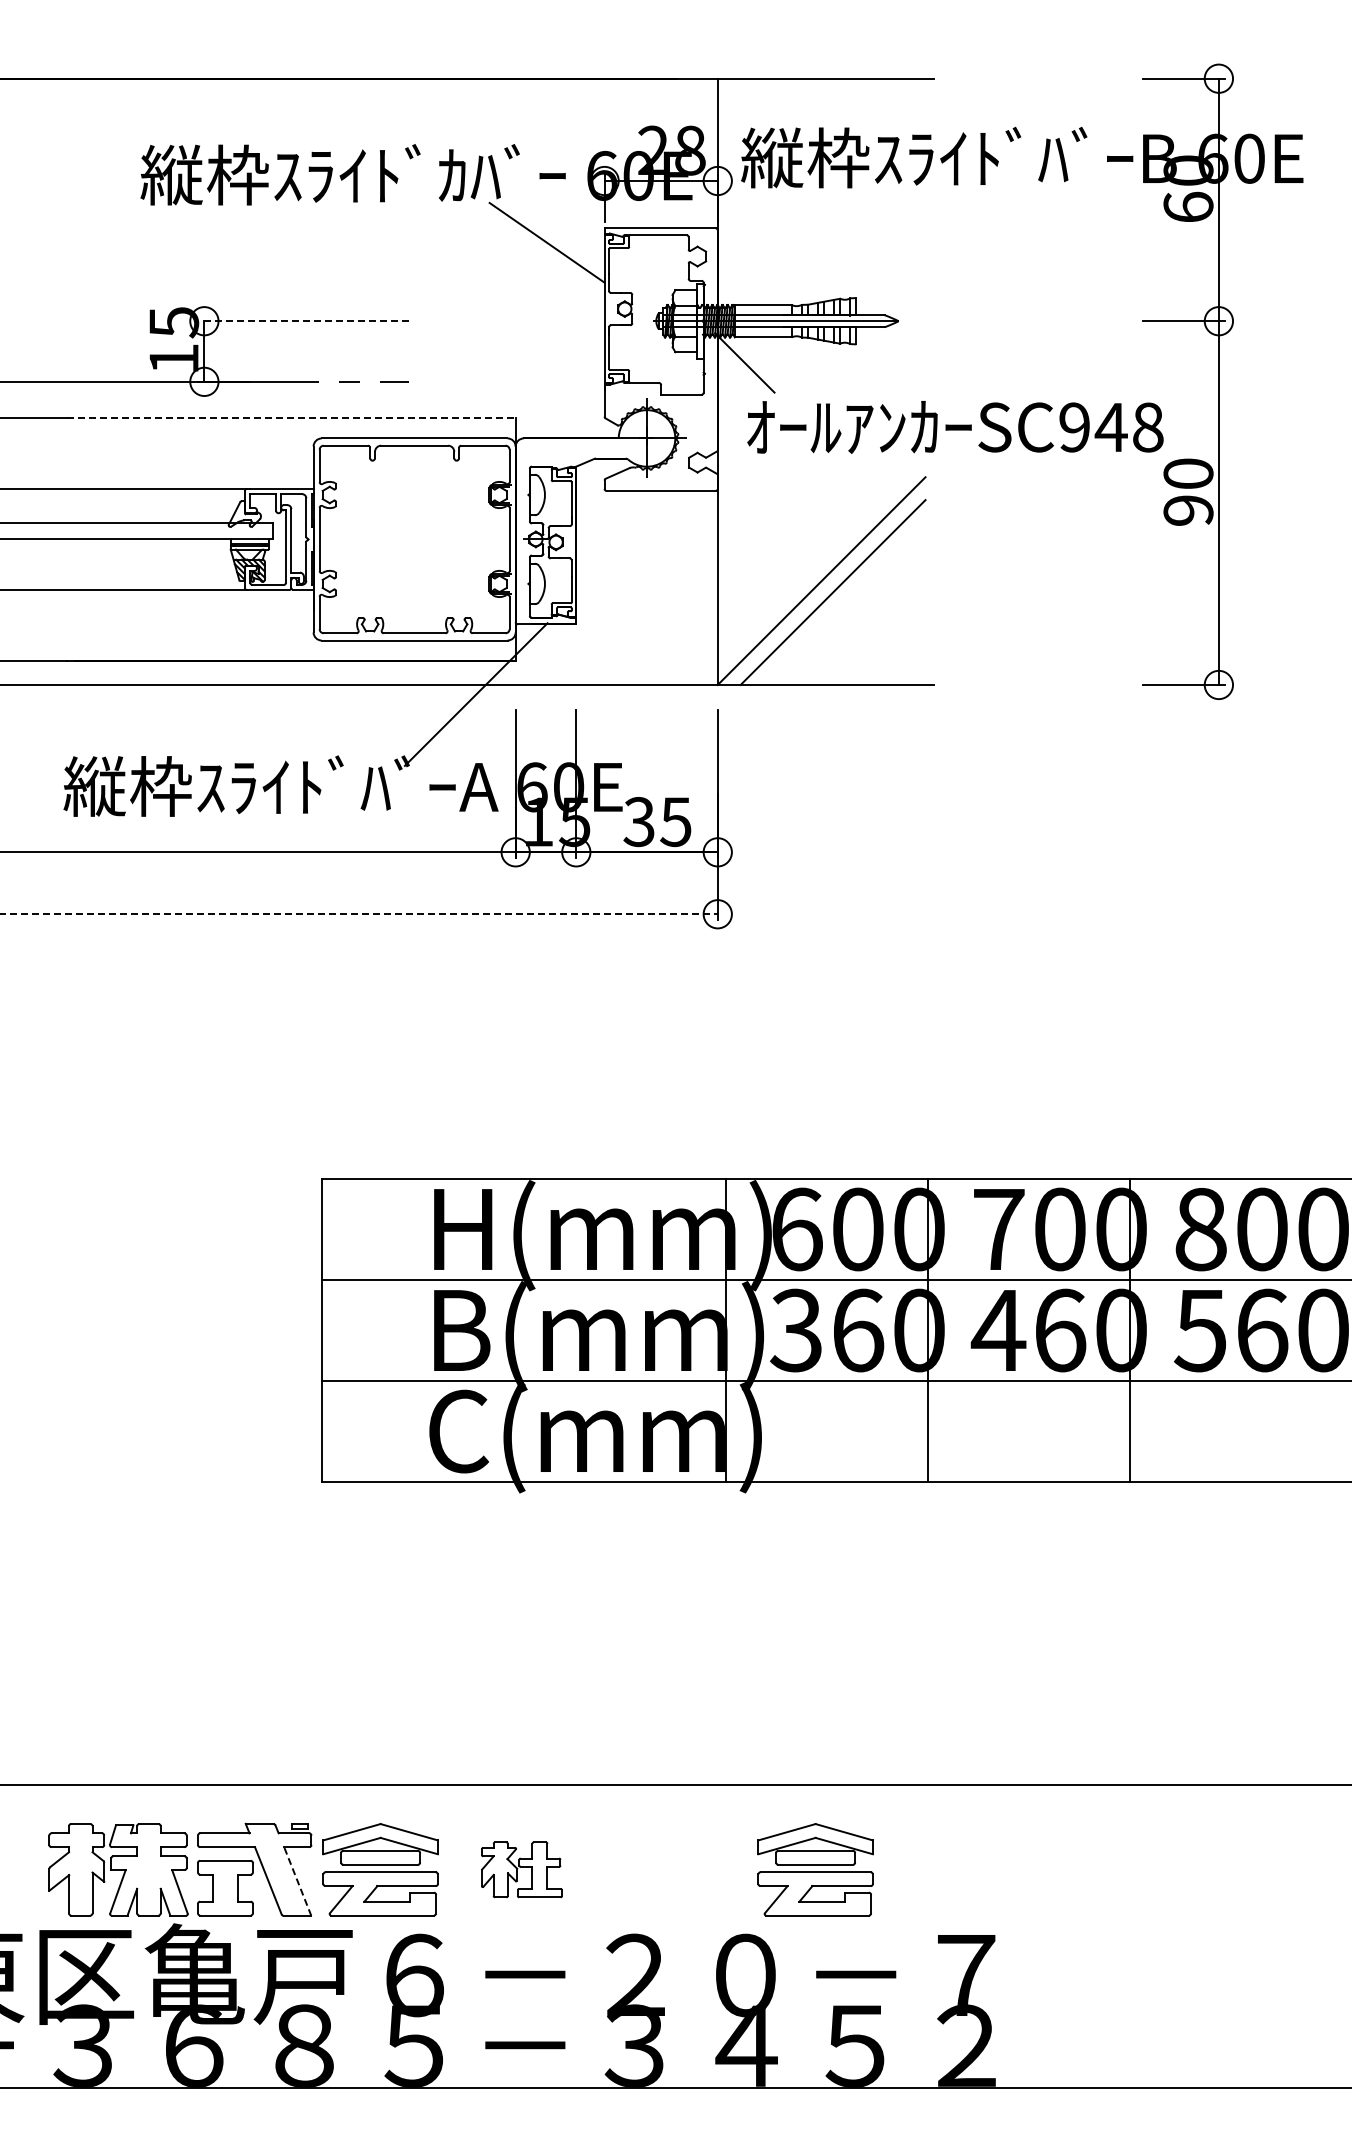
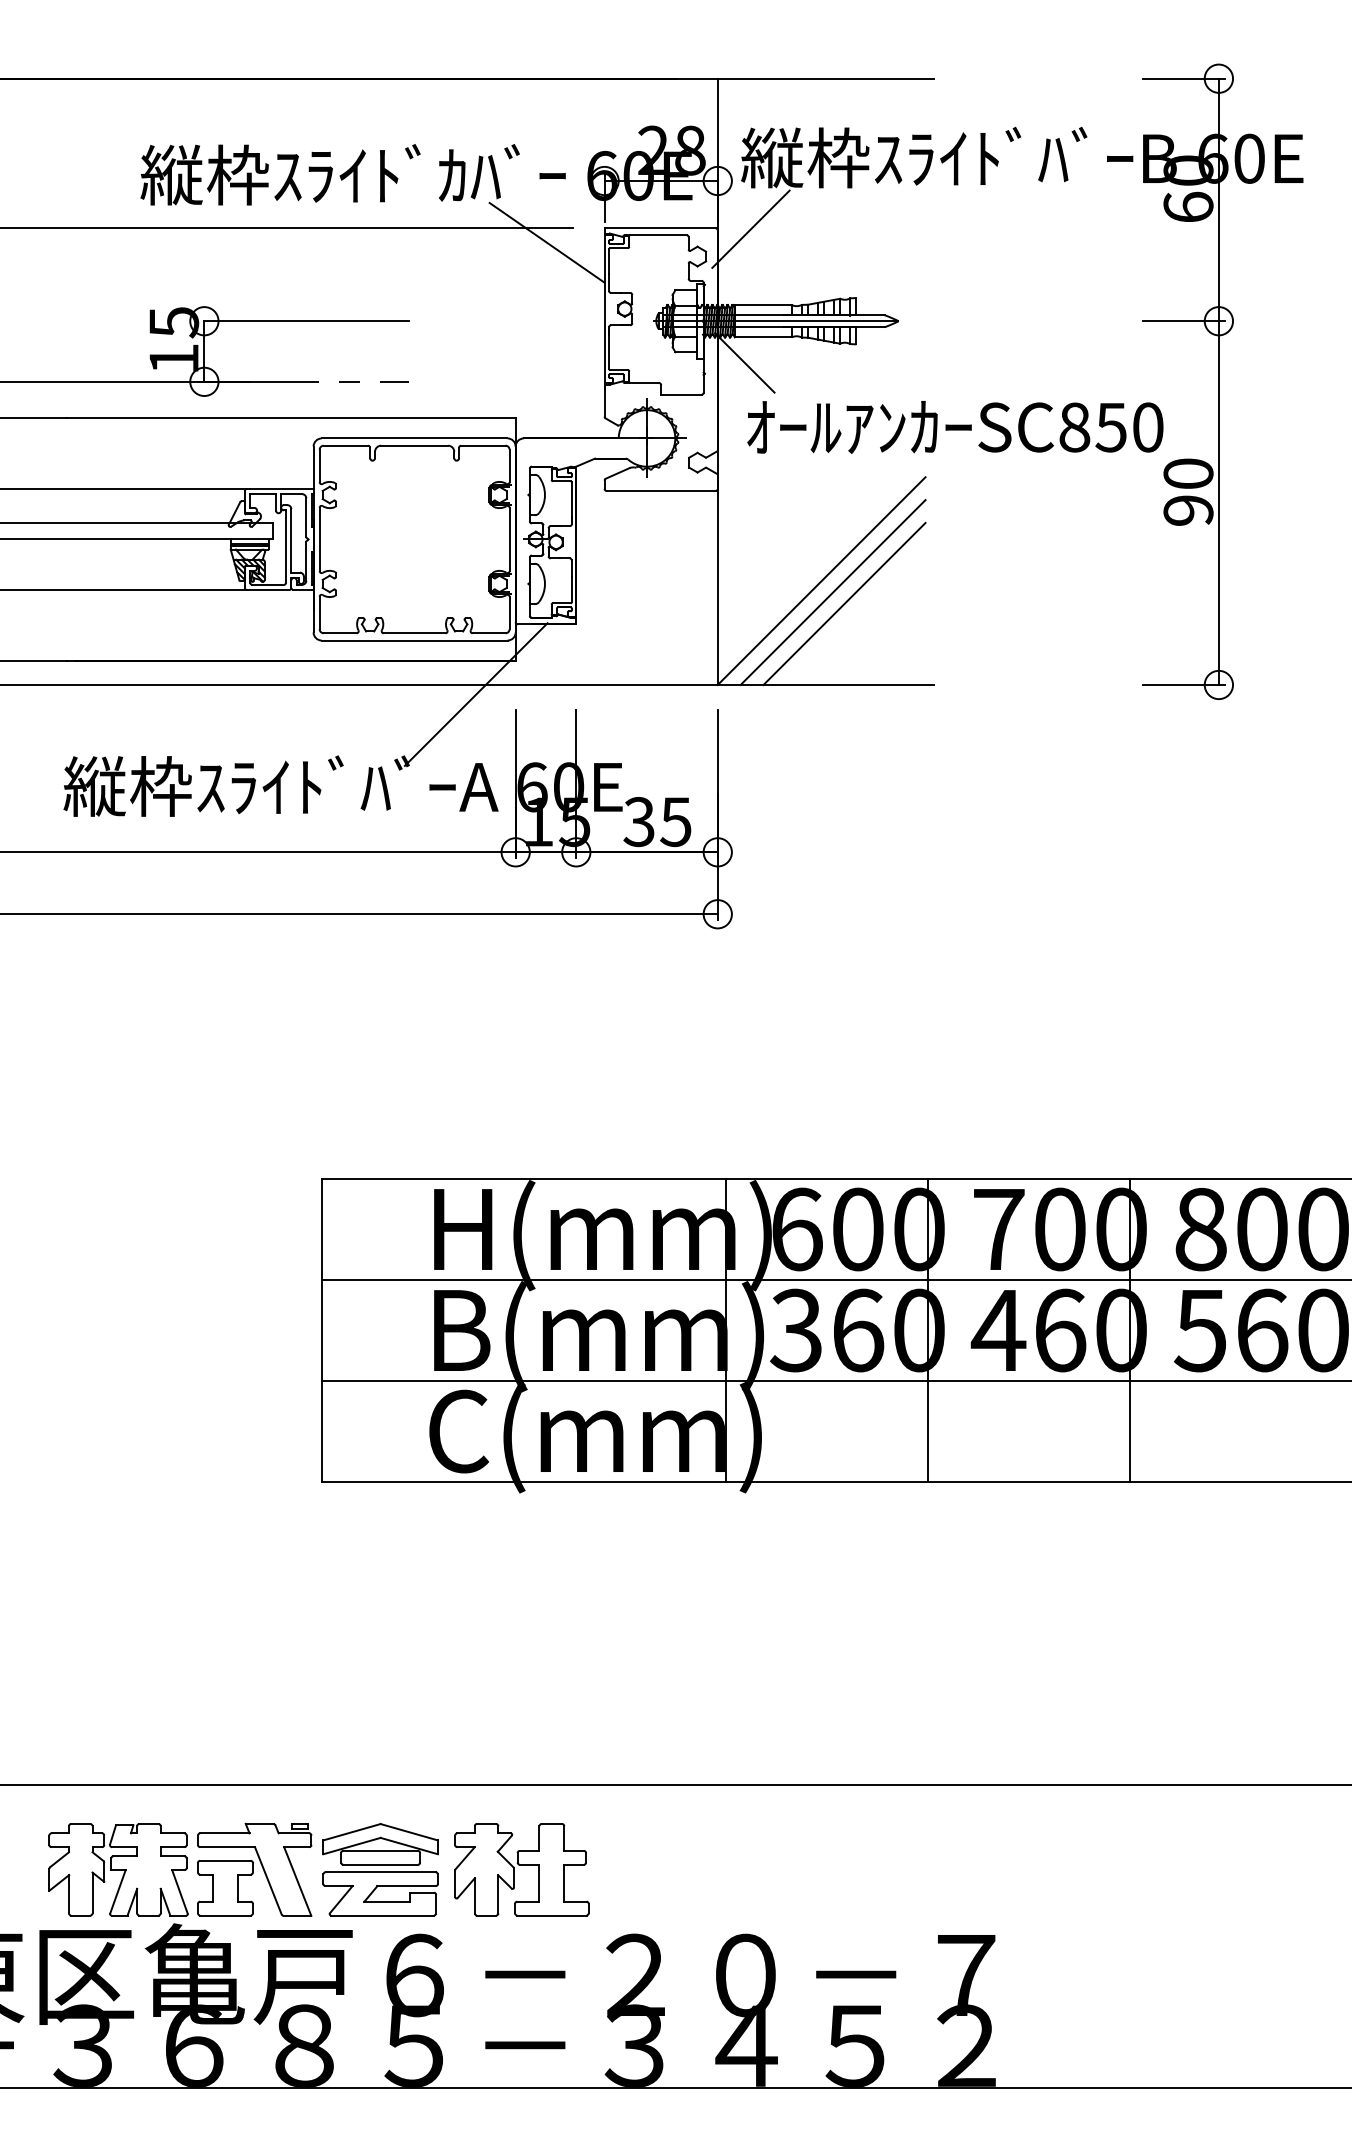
line at (287, 228): none -> present
line at (750, 228): none -> present
line at (307, 321): dashed -> solid
line at (291, 418): dashed -> solid
text at (1111, 427): SC948 -> SC850
line at (844, 603): none -> present
line at (359, 914): dashed -> solid
part at (521, 1869) size: 82x58 px -> 136x94 px
part at (815, 1869): present -> none
line at (297, 1881): dashed -> solid
